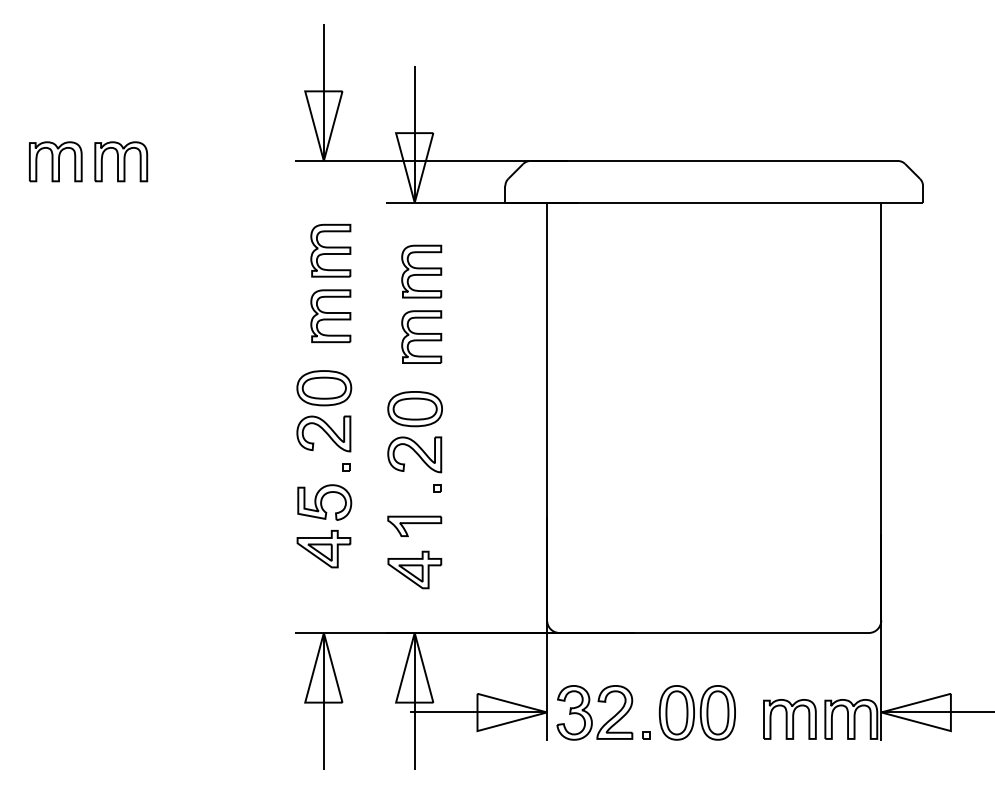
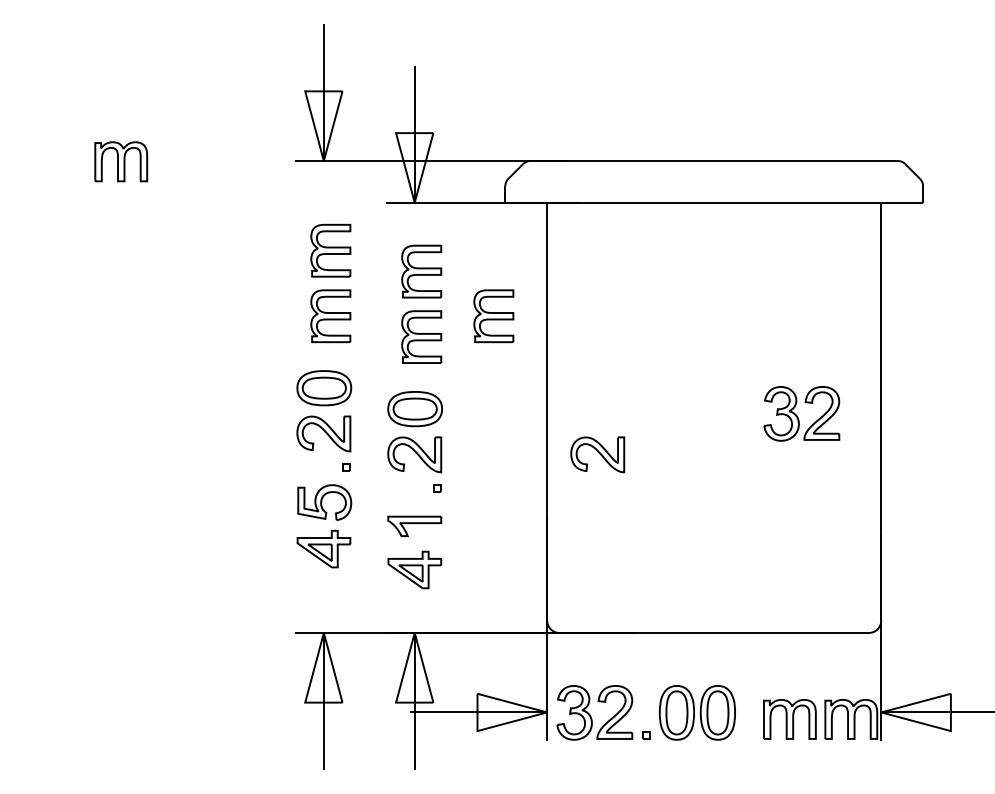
part at (55, 161): present -> none
part at (493, 316): none -> present
part at (801, 413): none -> present
part at (597, 454): none -> present
